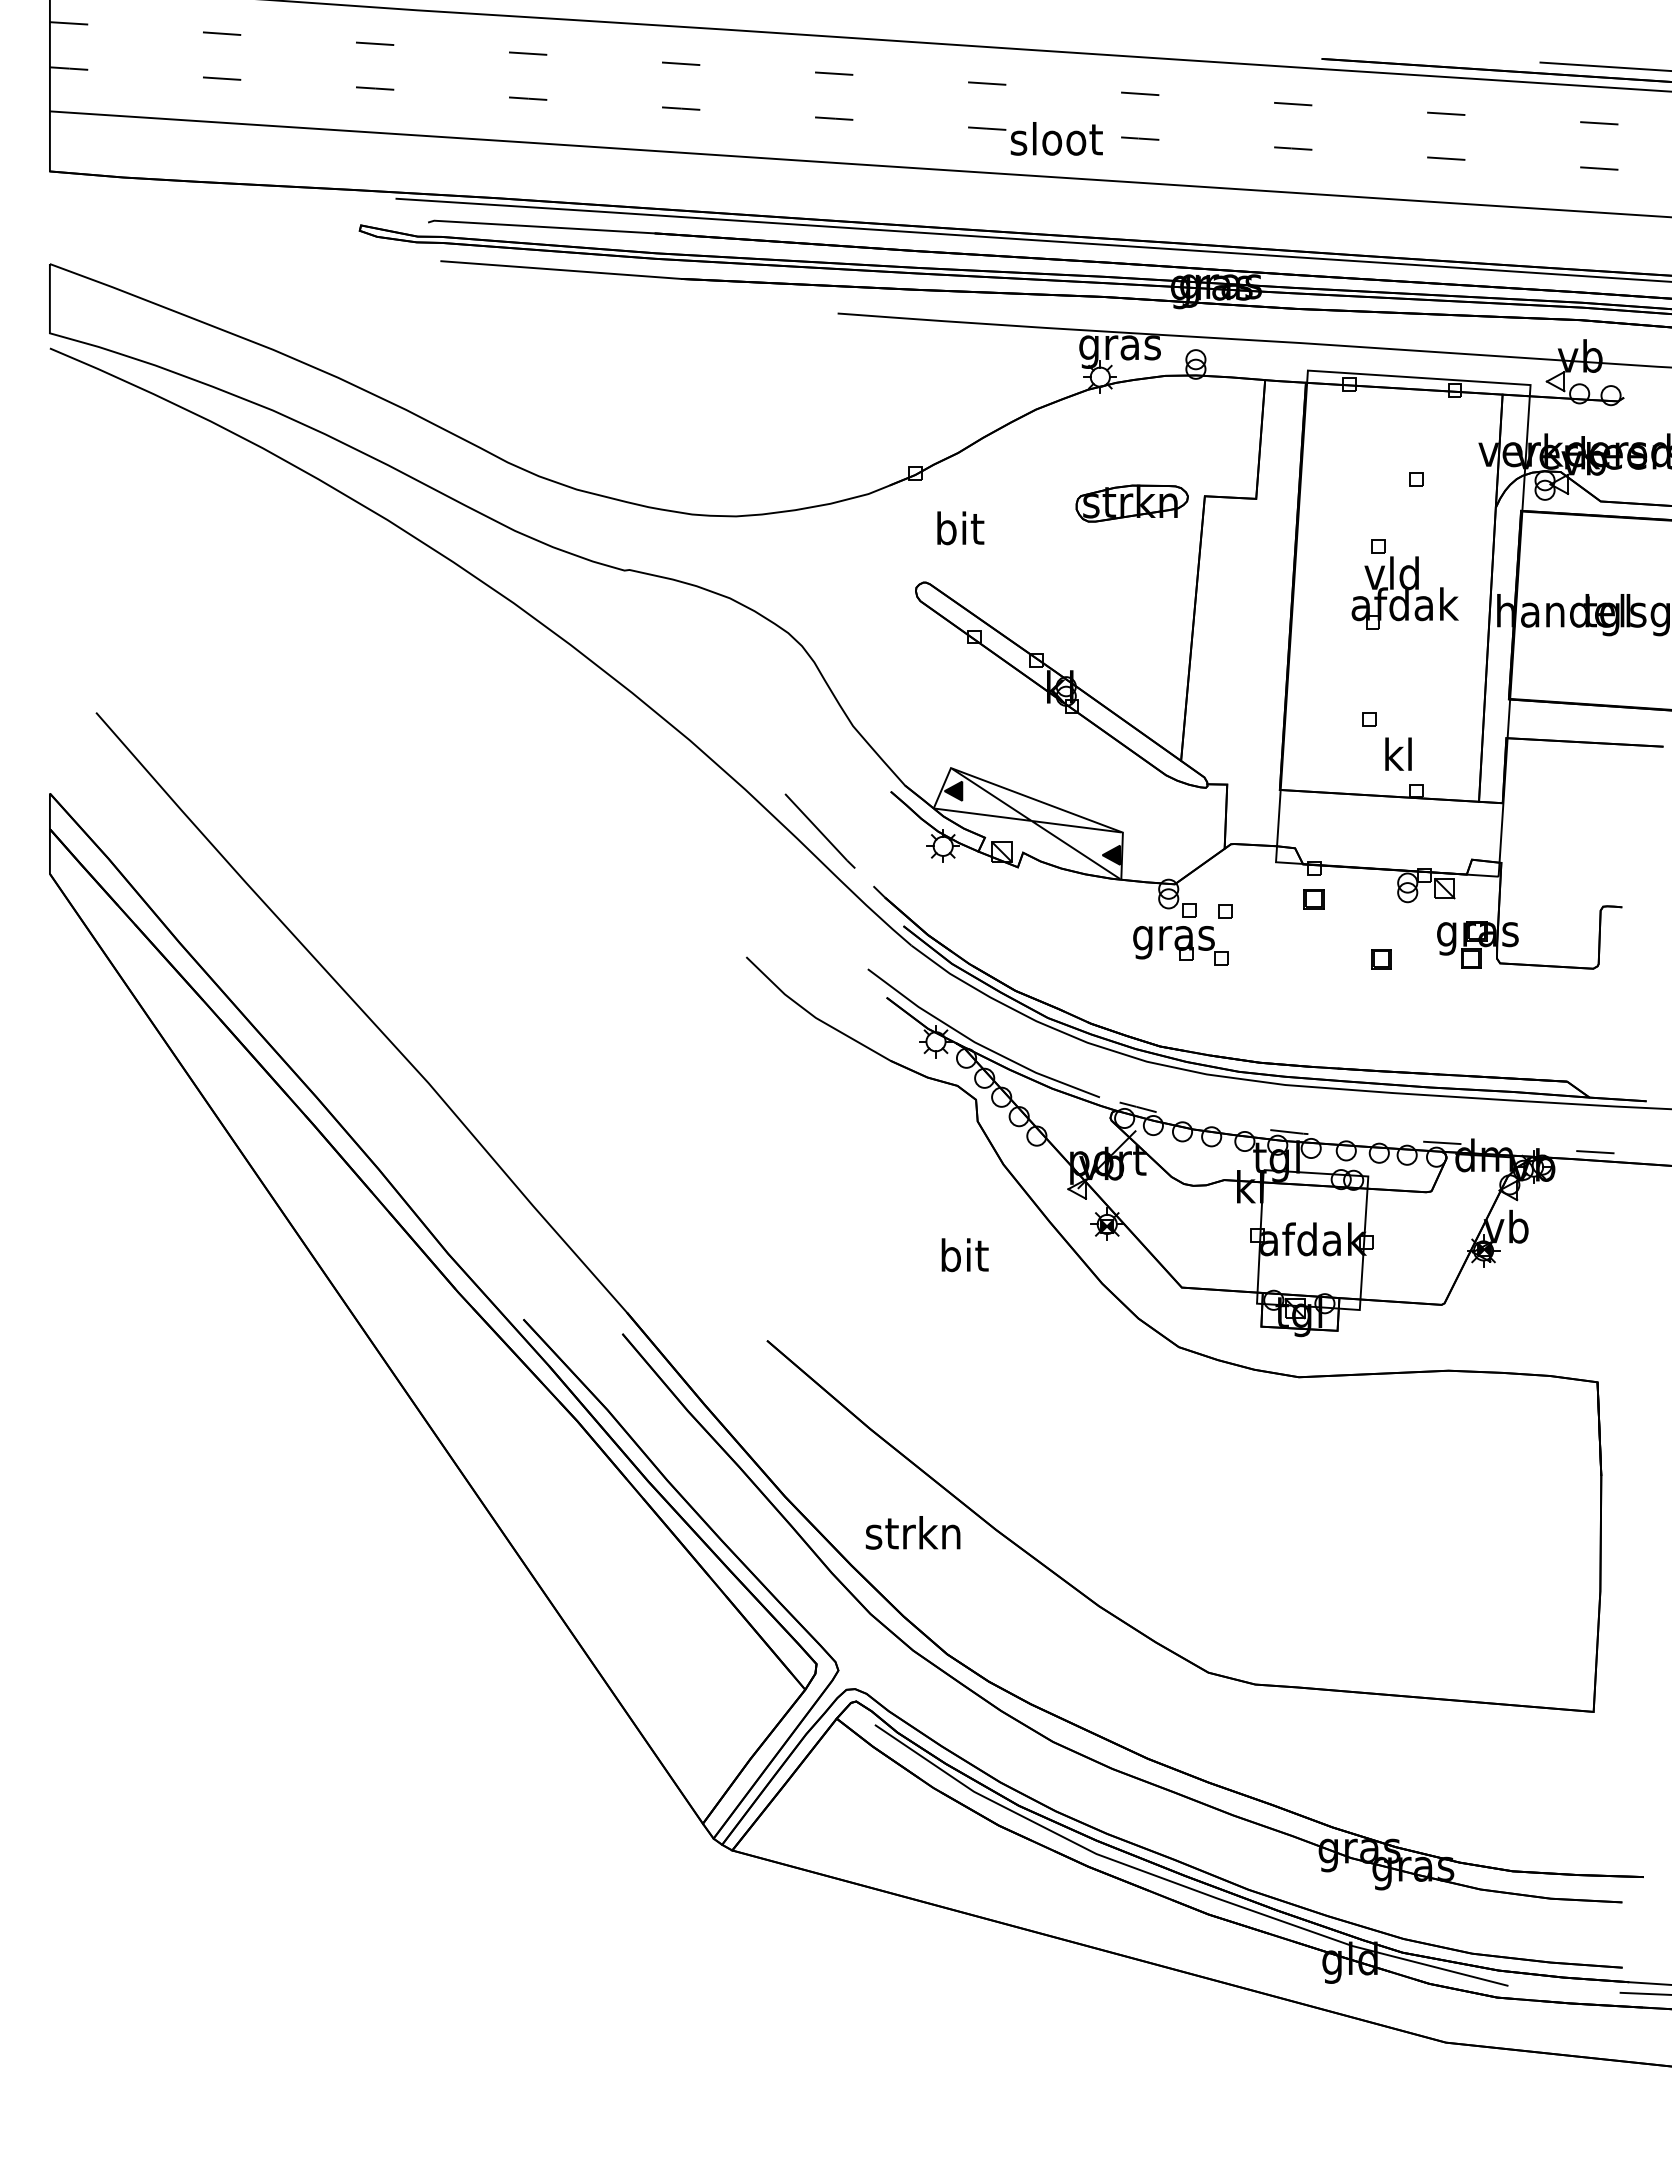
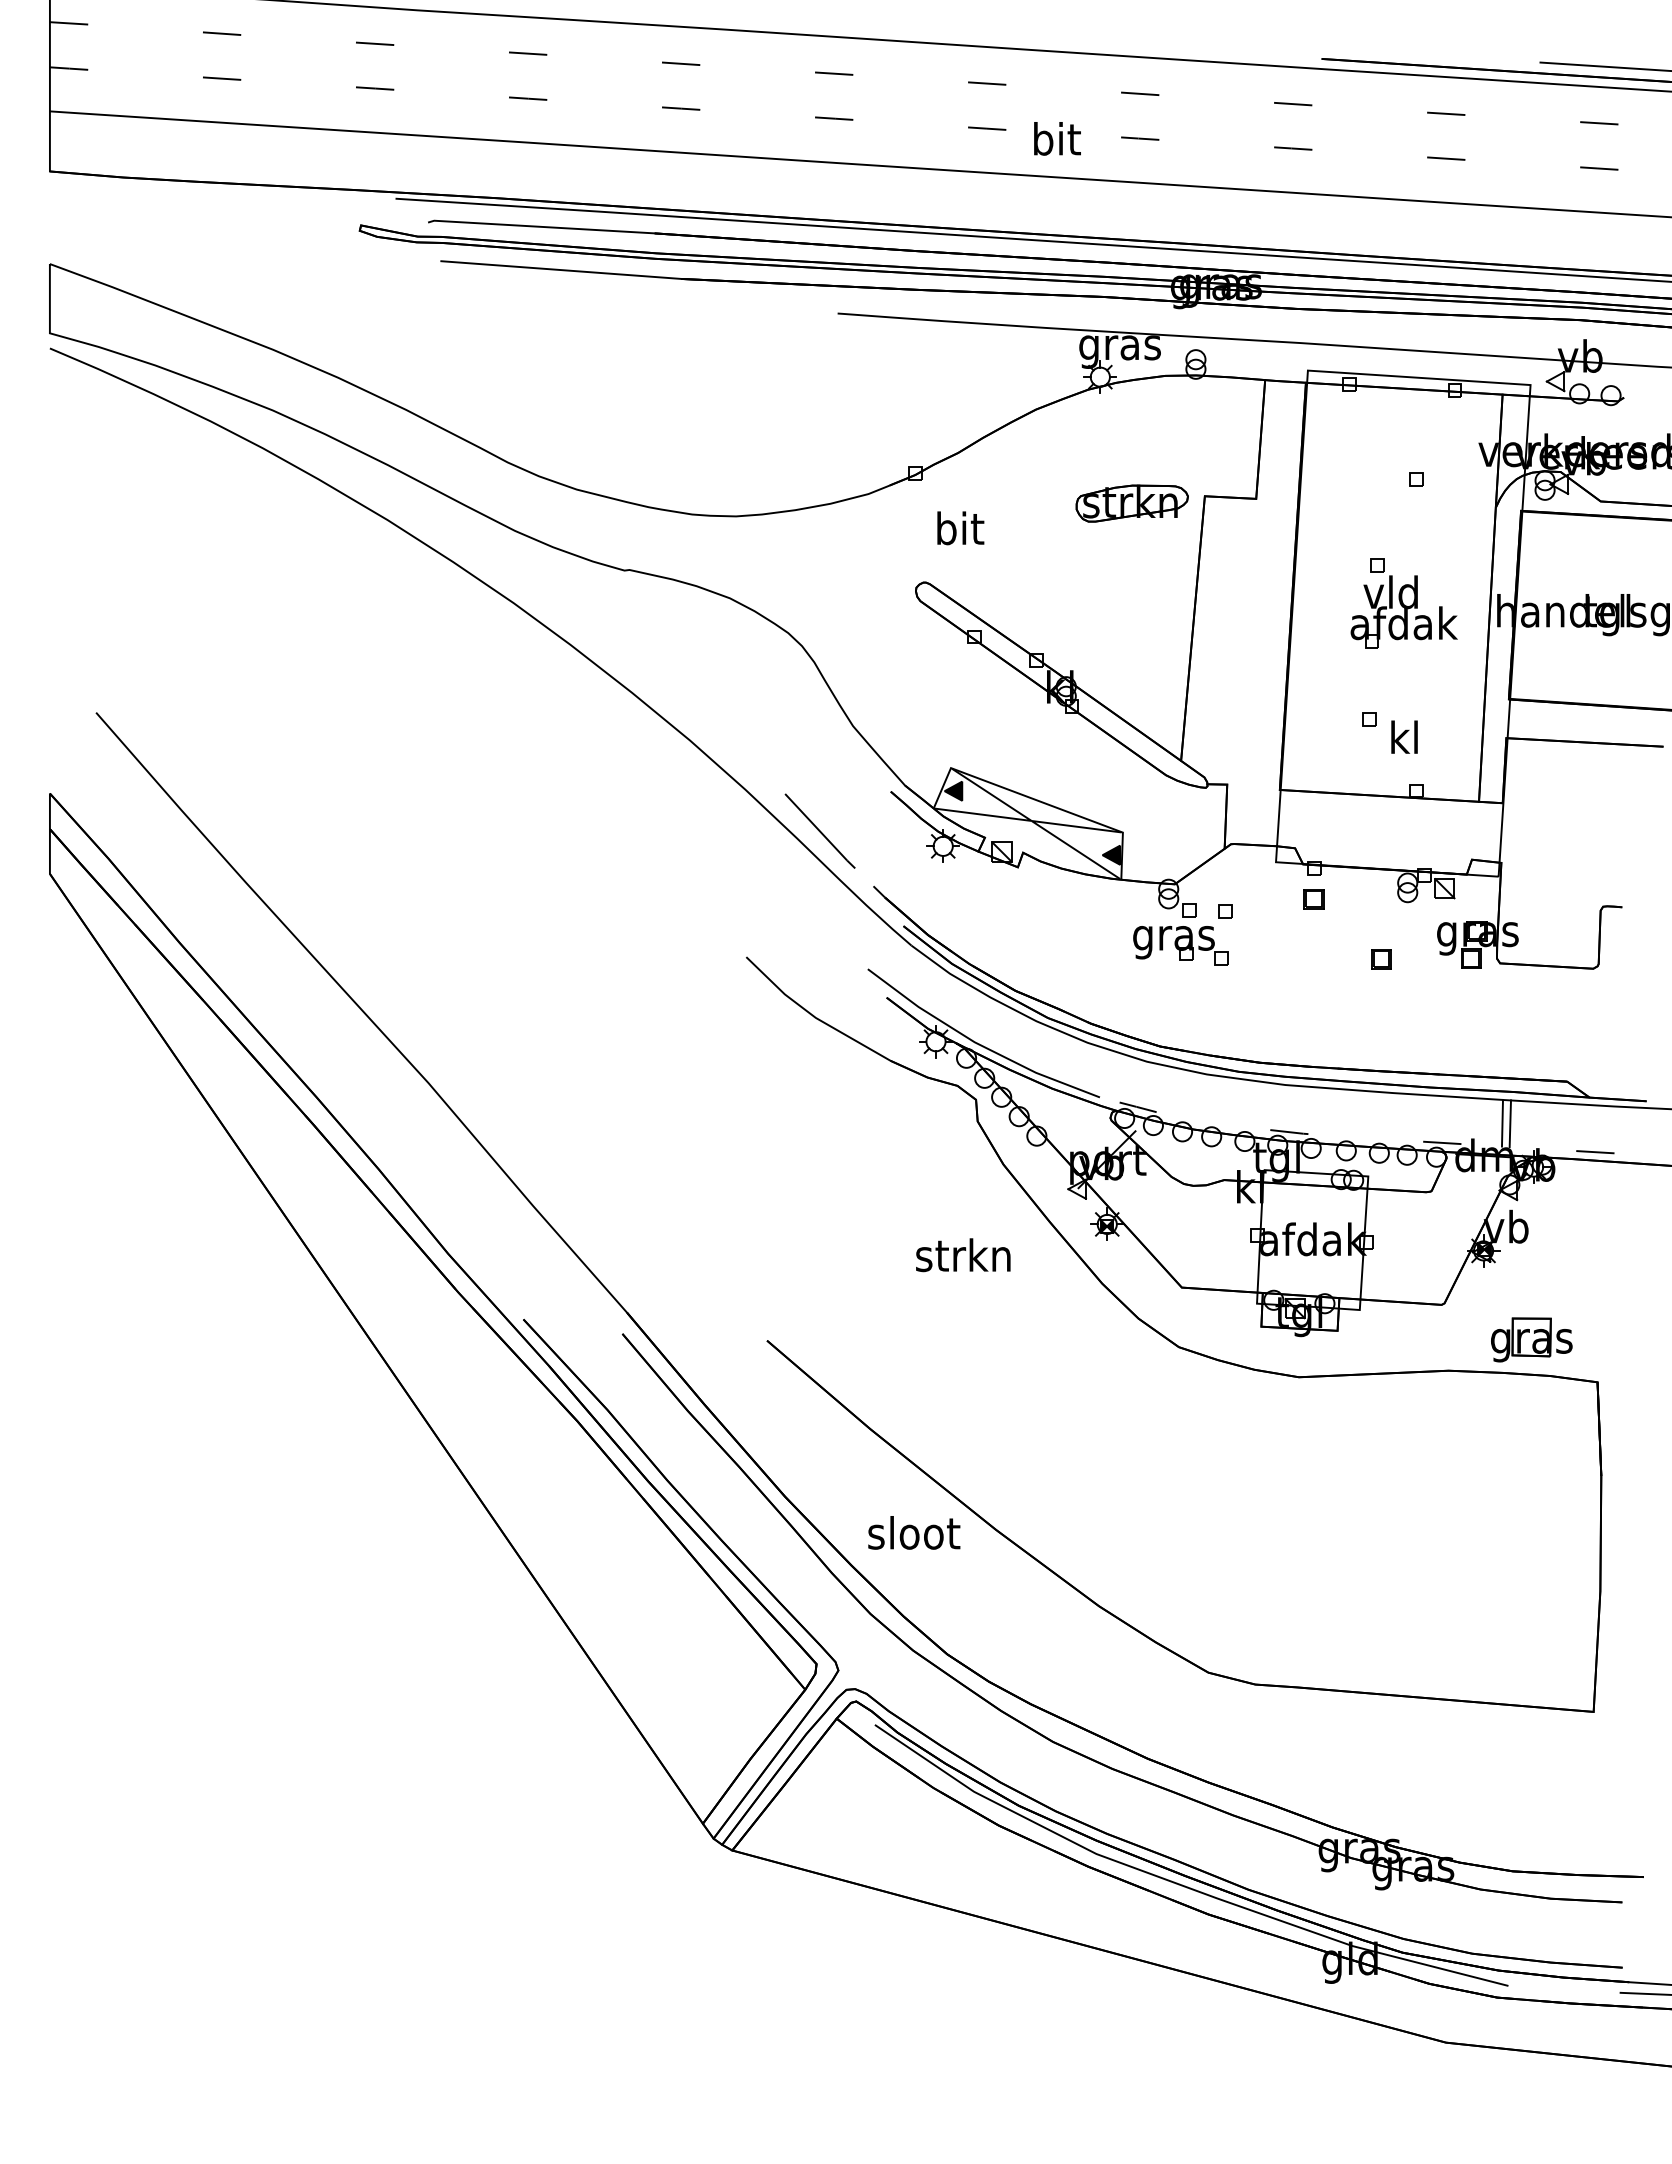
text at (1056, 138): sloot -> bit
part at (1404, 584) position: (1404, 584) -> (1403, 603)
text at (1398, 753) position: (1398, 753) -> (1404, 736)
line at (1502, 1122): none -> present
line at (1510, 1123): none -> present
text at (963, 1255): bit -> strkn
part at (1531, 1339): none -> present
text at (912, 1532): strkn -> sloot
